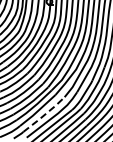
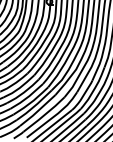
line at (44, 114): dashed -> solid
